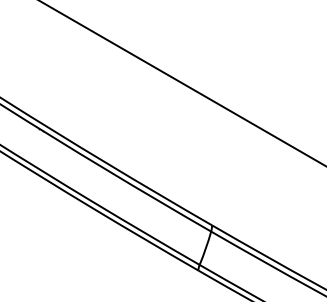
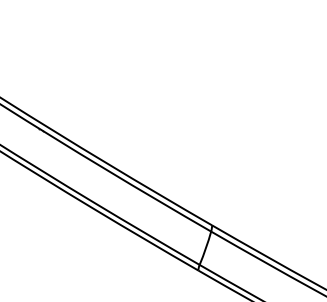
line at (182, 83): present -> none
